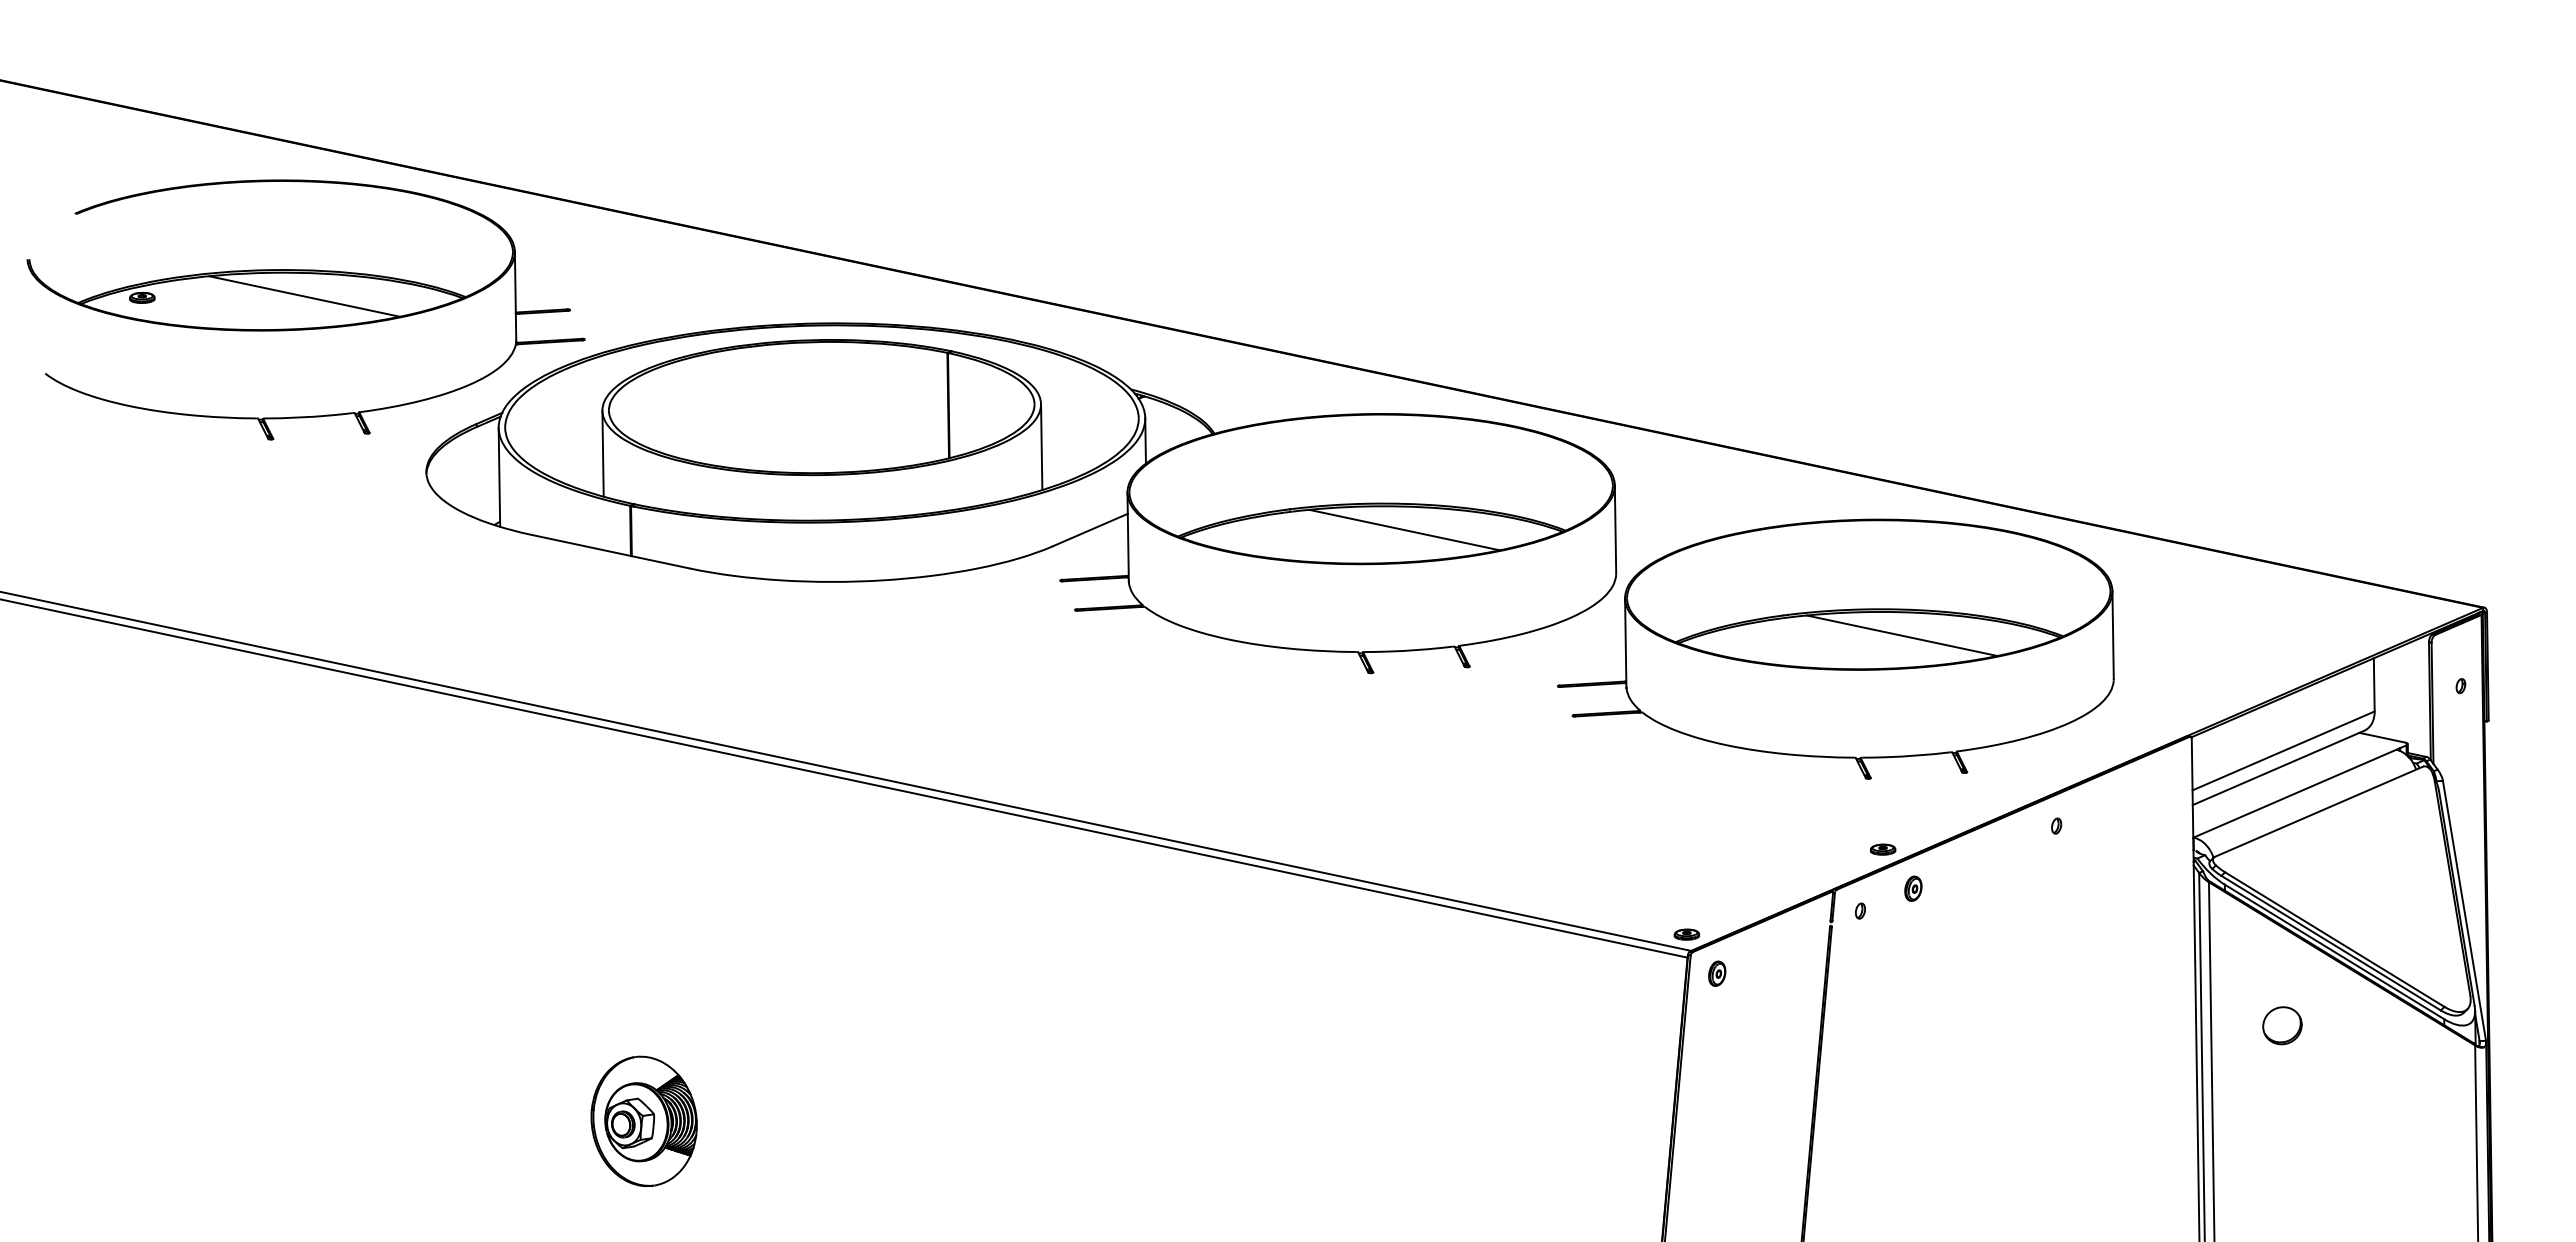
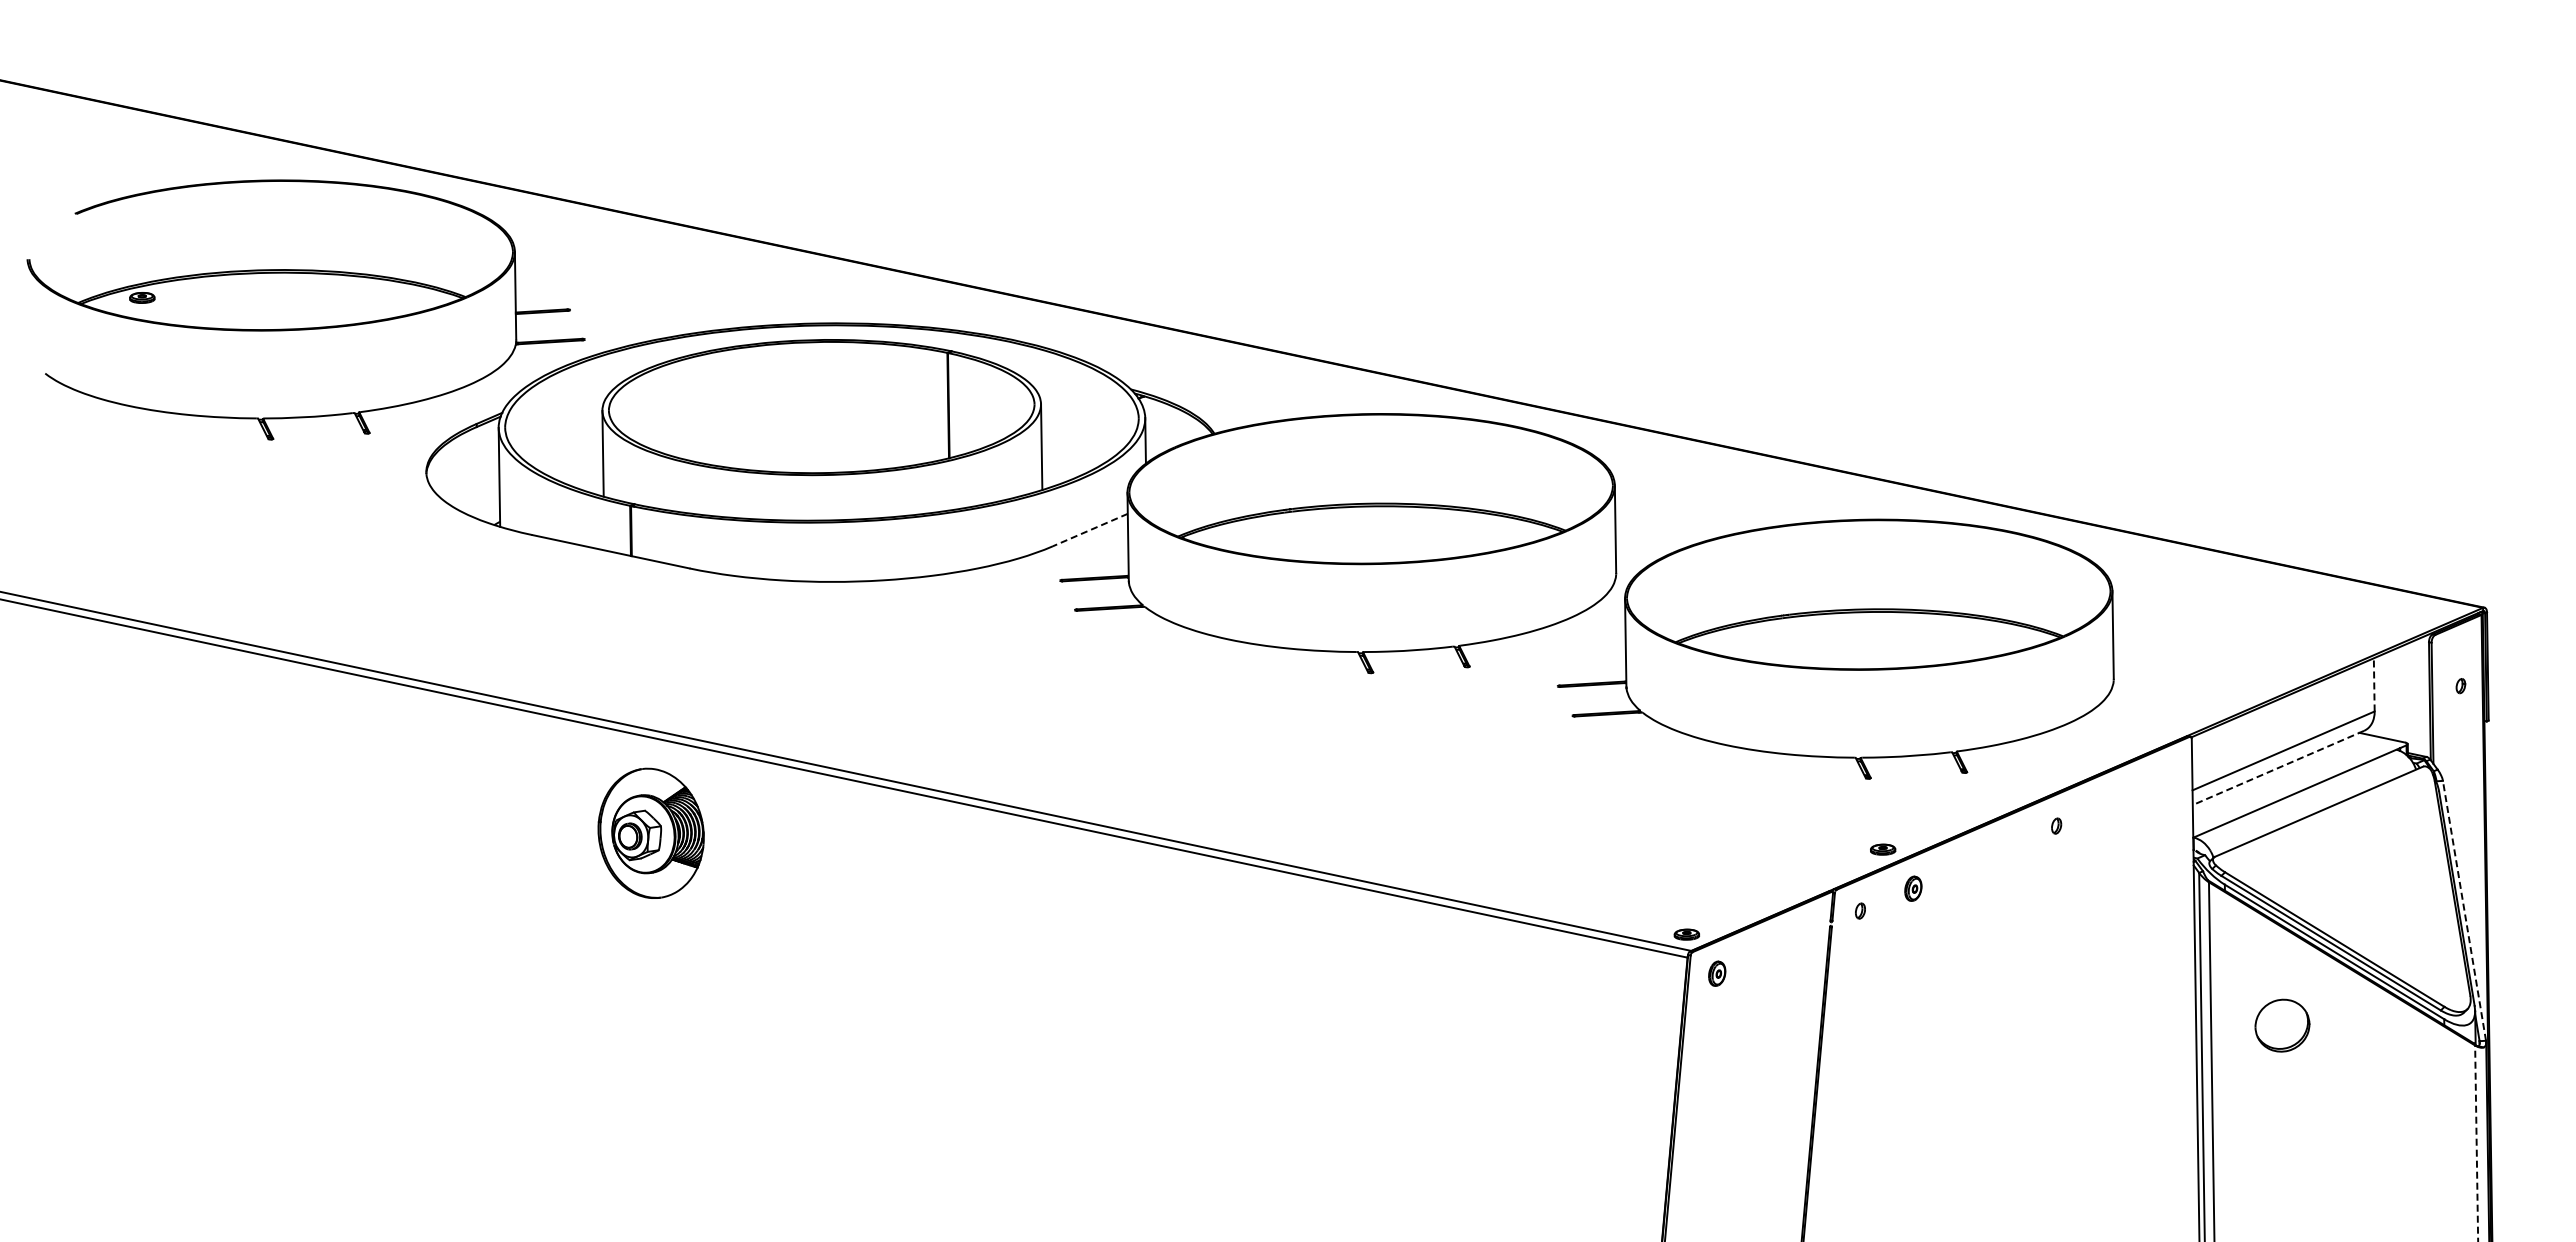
line at (304, 296): present -> none
line at (1404, 529): present -> none
line at (1090, 530): solid -> dashed
line at (1901, 635): present -> none
line at (2374, 684): solid -> dashed
line at (2277, 768): solid -> dashed
line at (2464, 910): solid -> dashed
part at (2282, 1025) size: 41x40 px -> 57x55 px
part at (643, 1120) position: (643, 1120) -> (650, 832)
line at (2476, 1143): solid -> dashed
